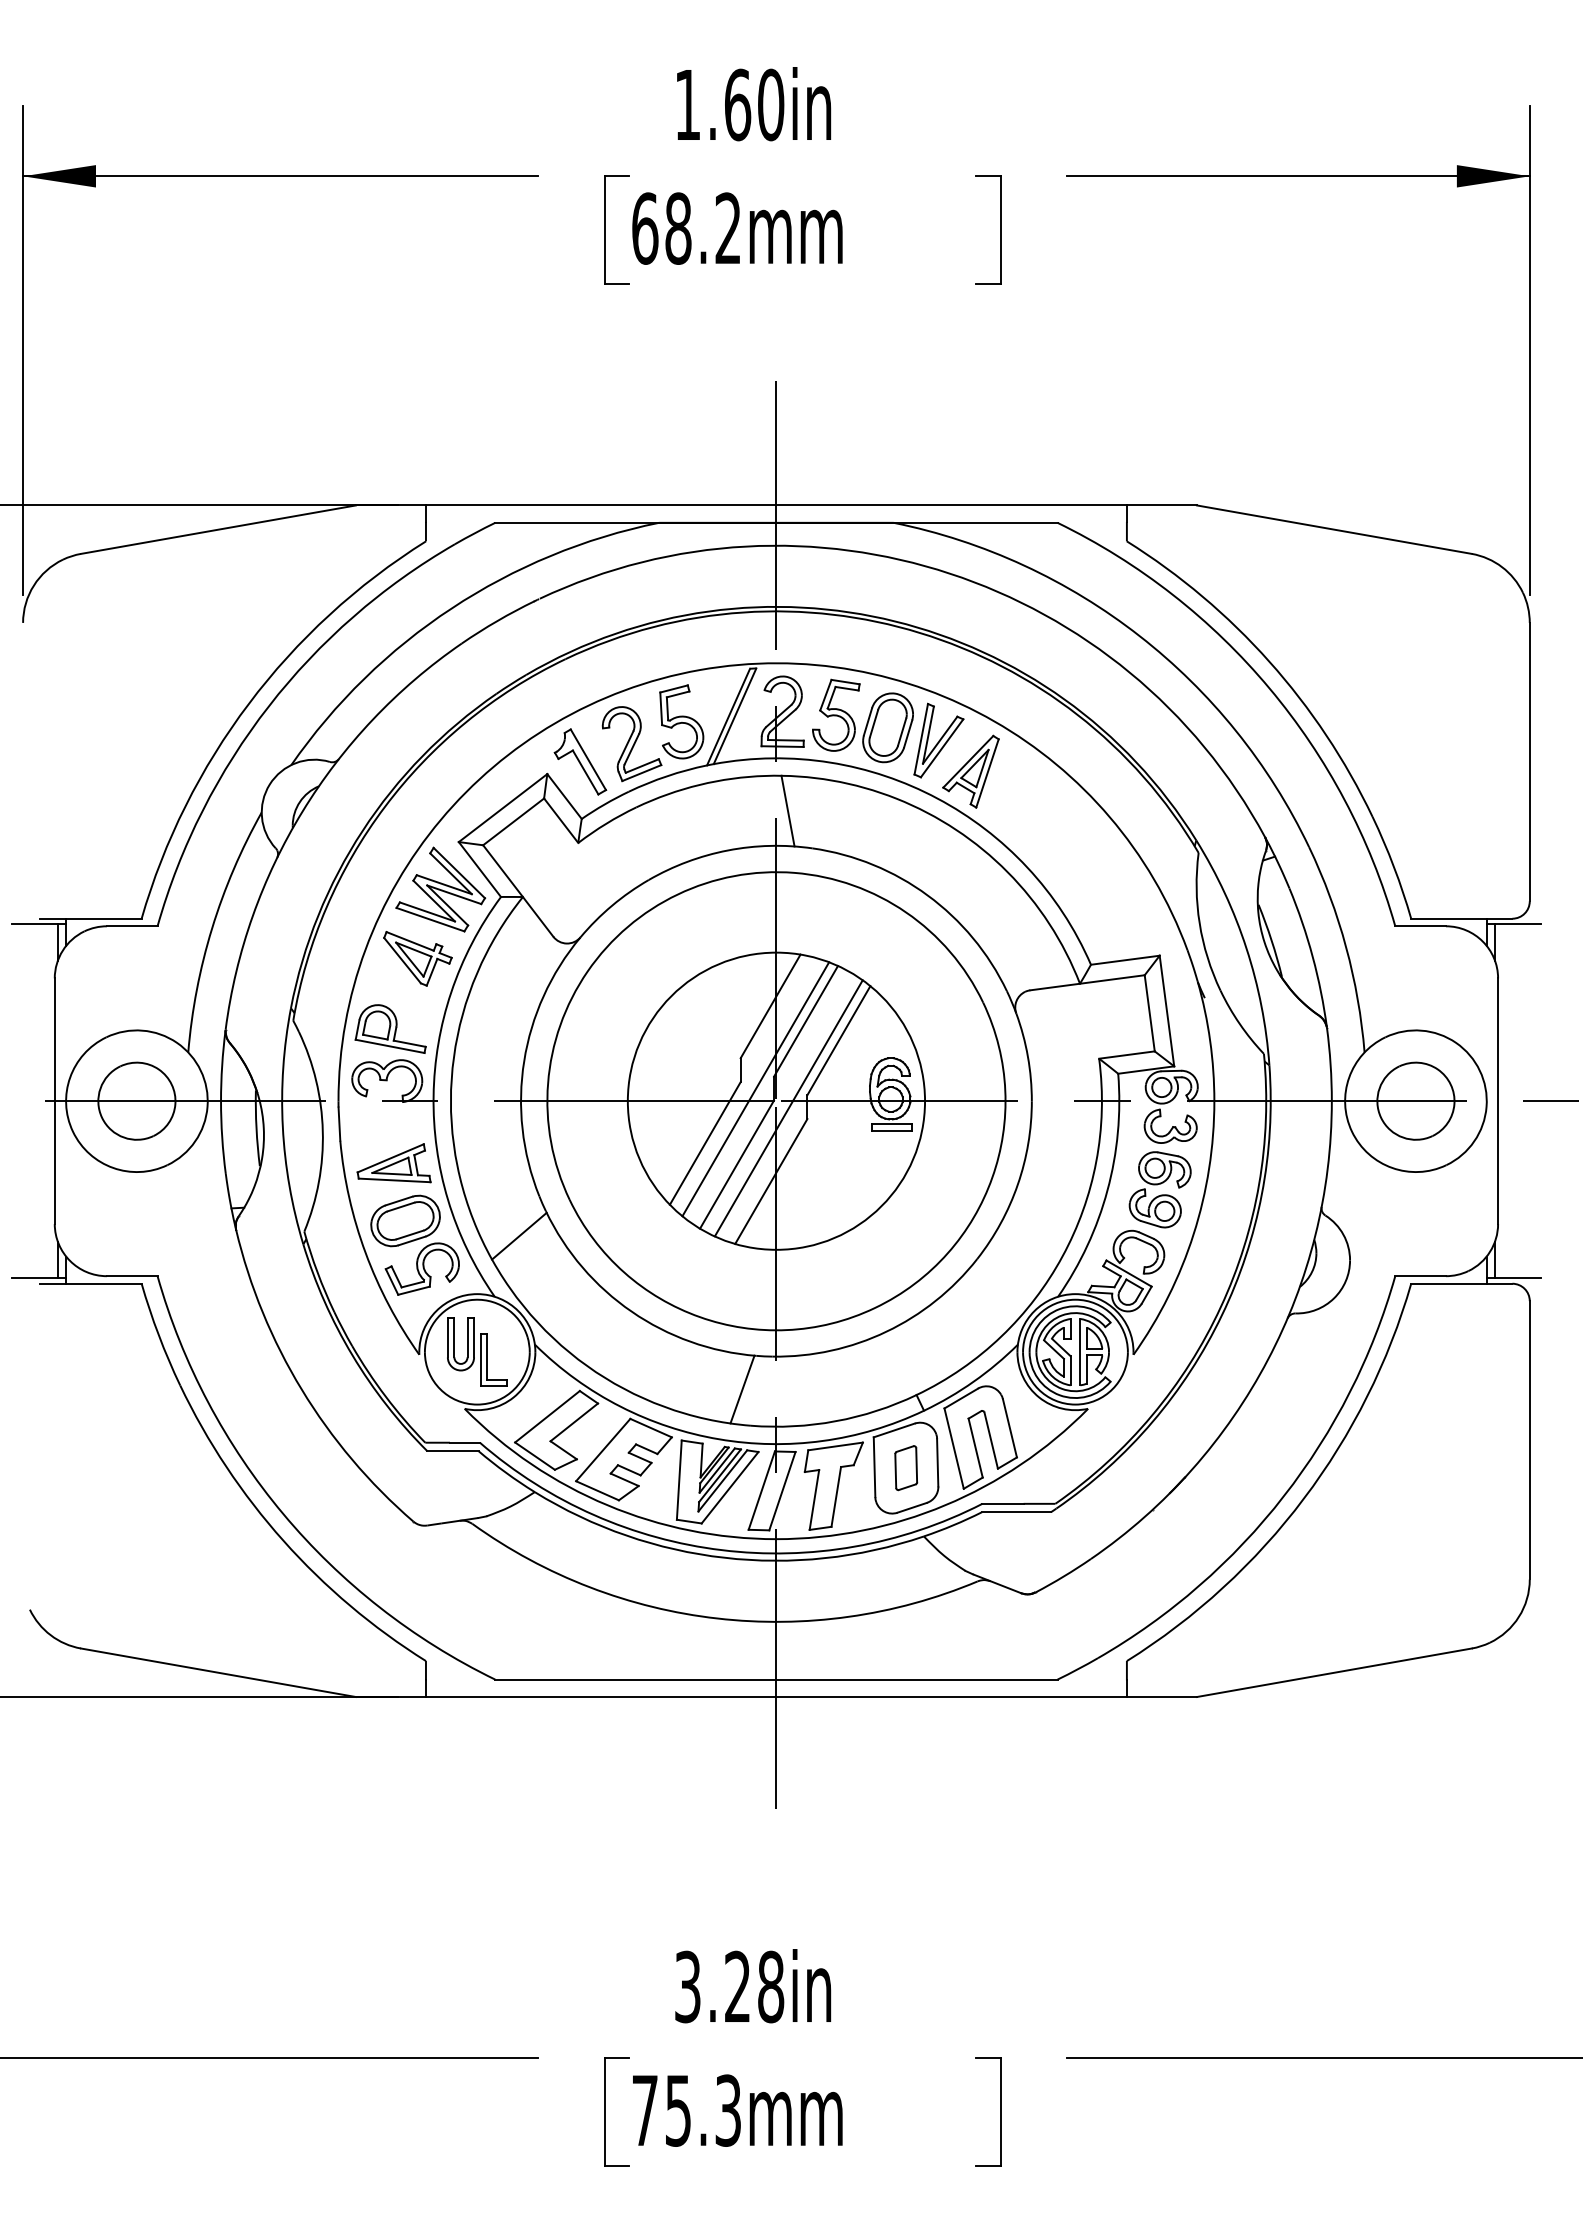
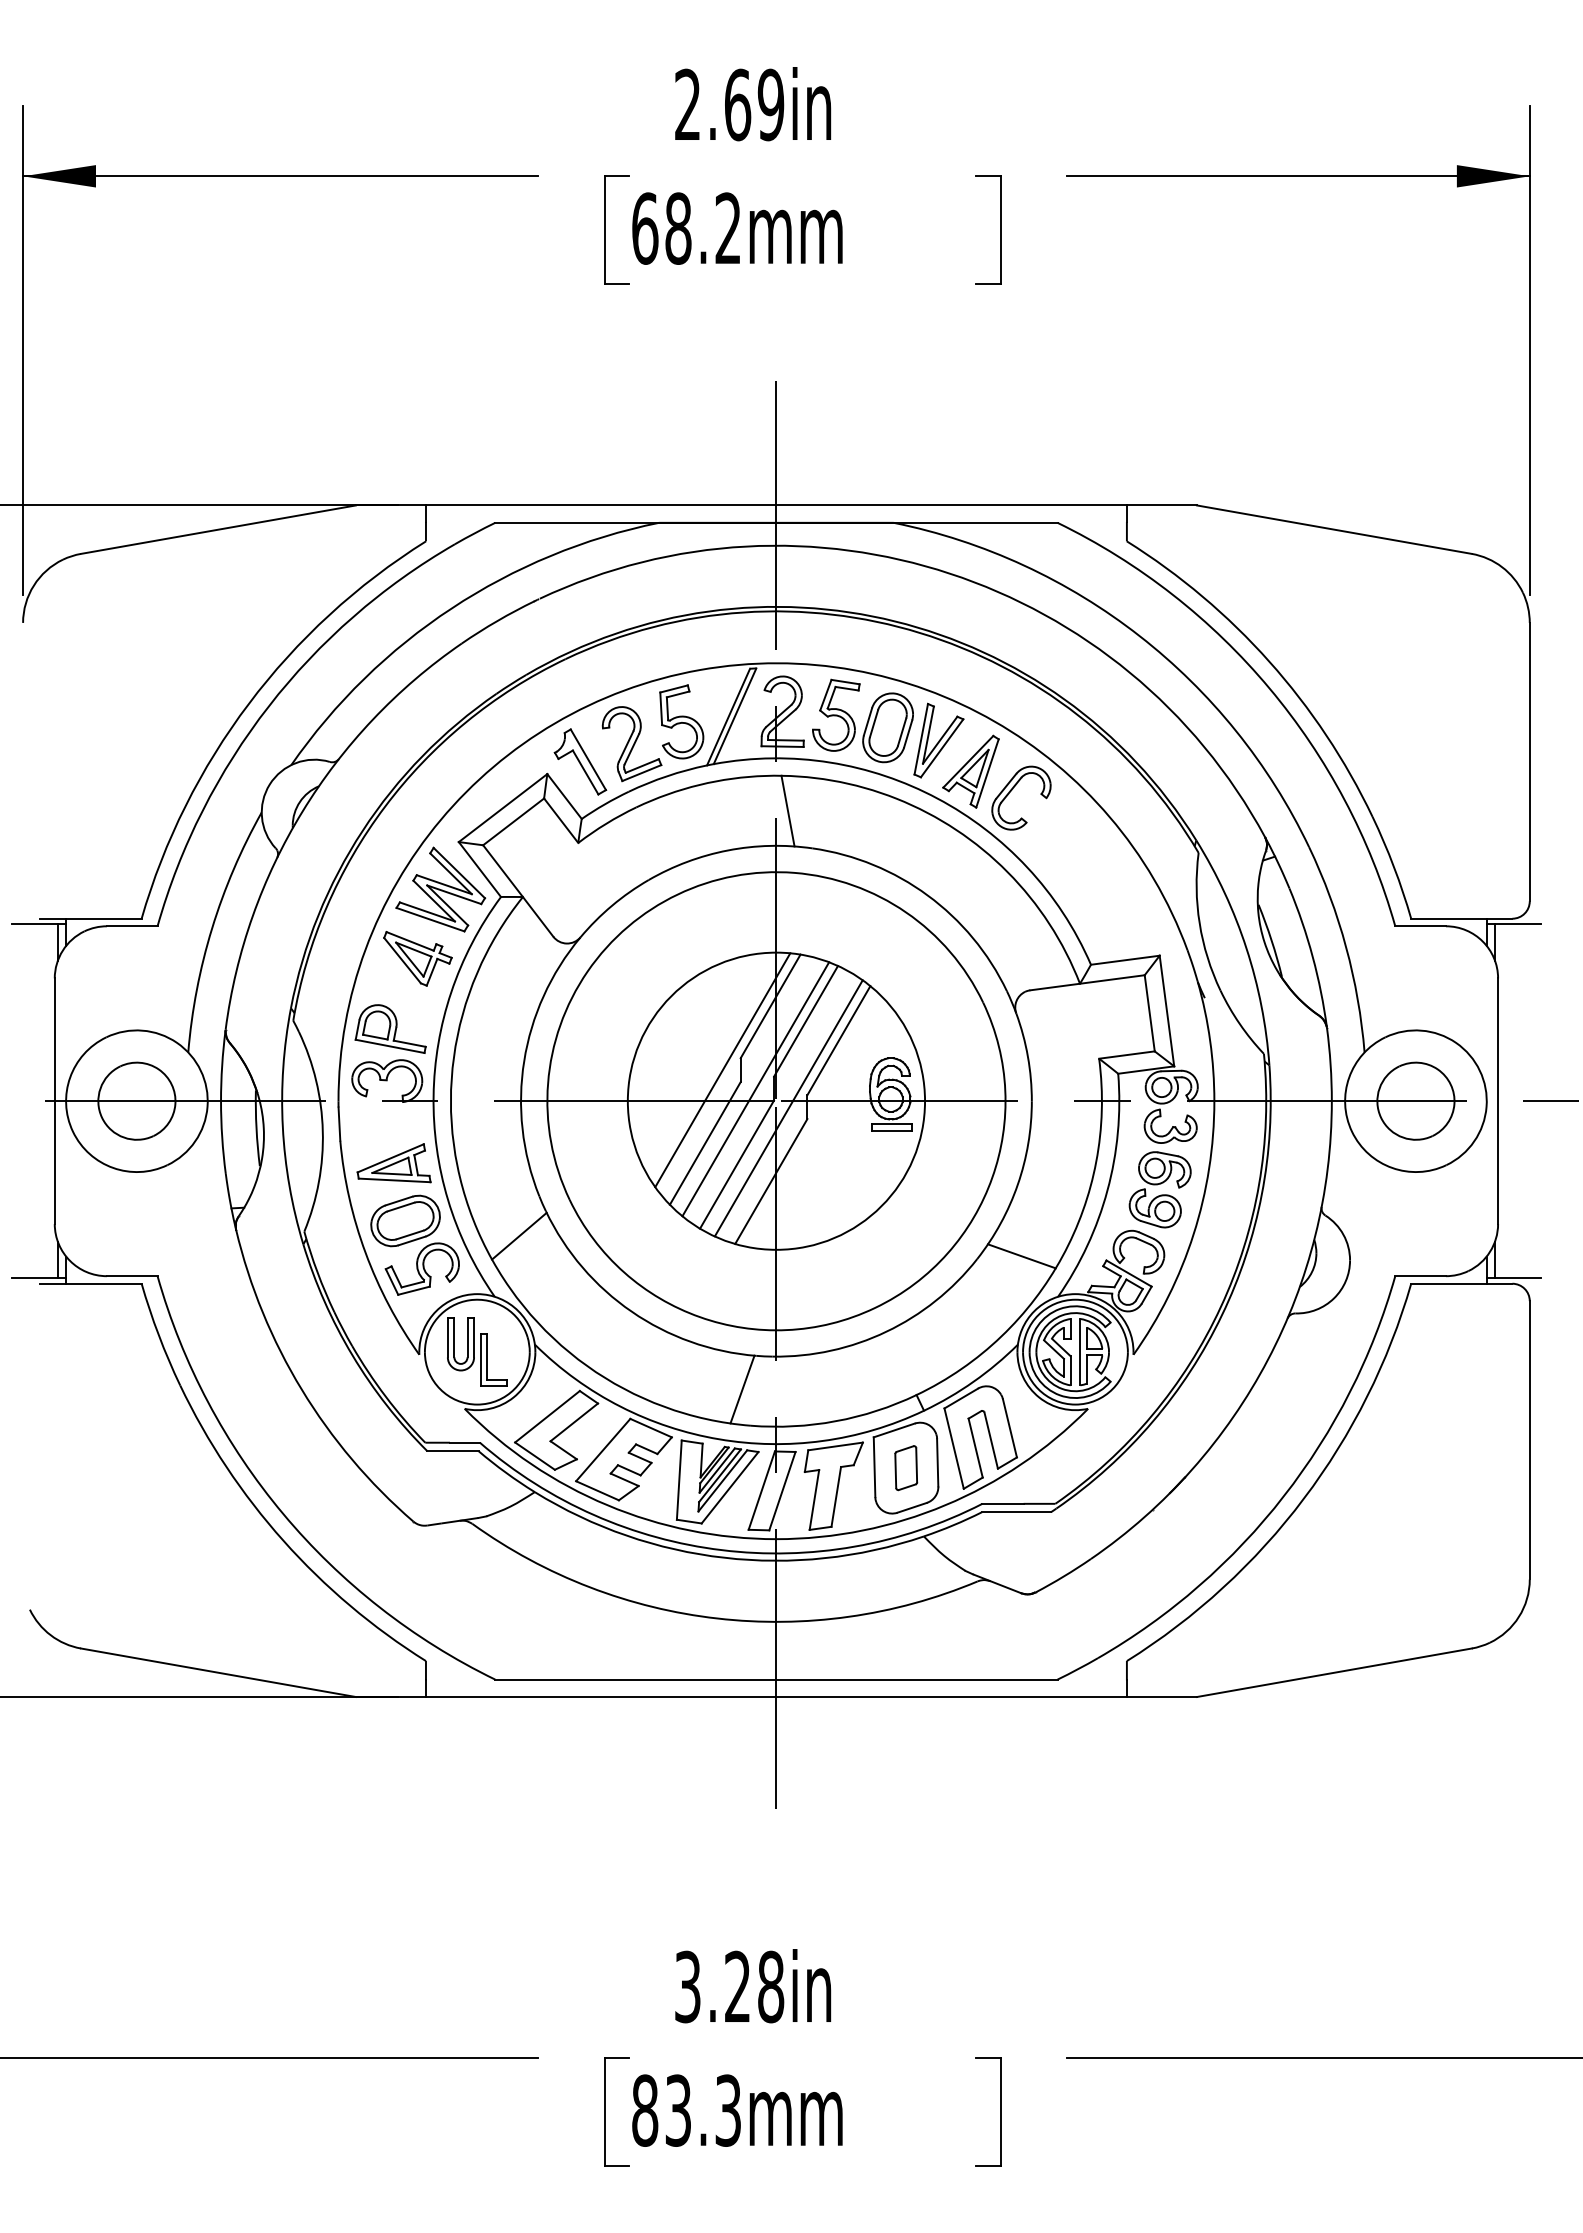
text at (729, 104): 1.60in -> 2.69in
part at (1013, 789): none -> present
line at (722, 1070): none -> present
line at (1021, 1256): none -> present
text at (661, 2110): 75.3mm -> 83.3mm
